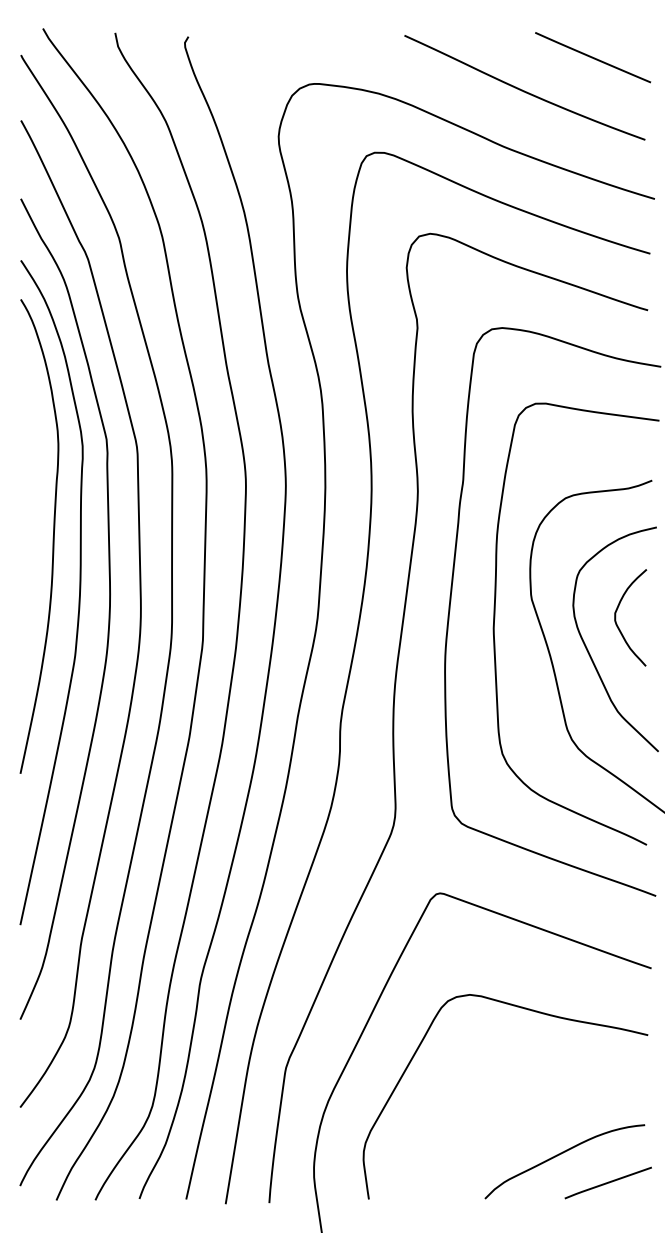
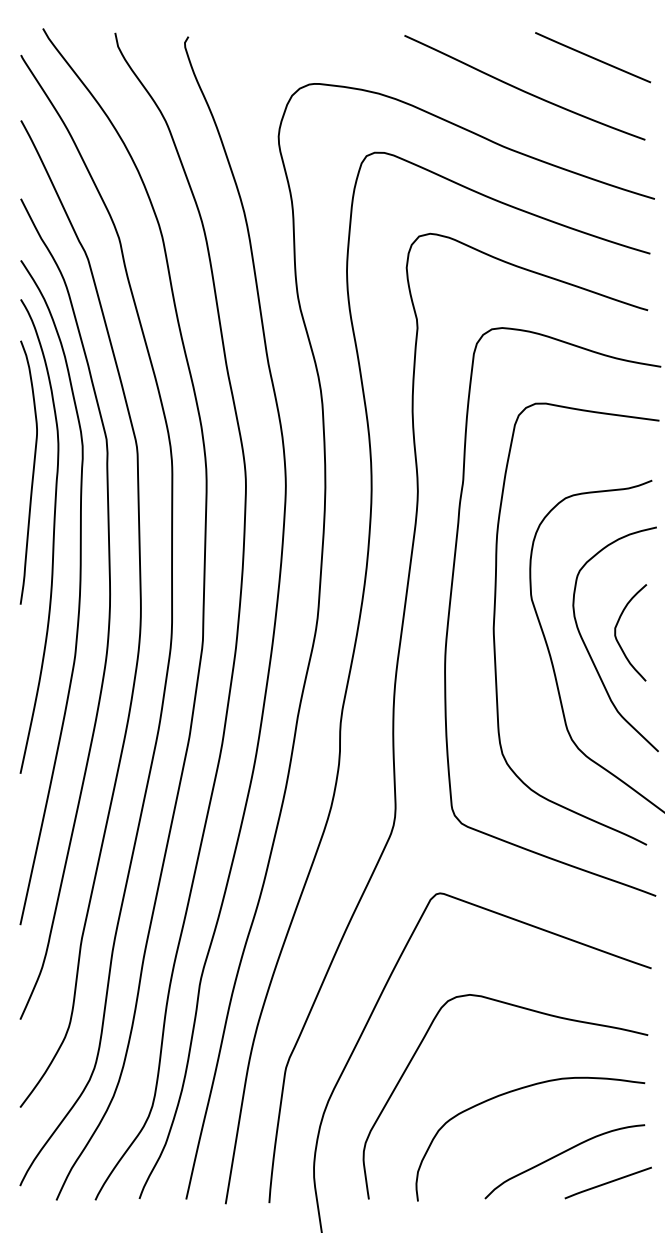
curve at (32, 472): none -> present
curve at (616, 617) position: (616, 617) -> (616, 632)
curve at (515, 1091): none -> present
